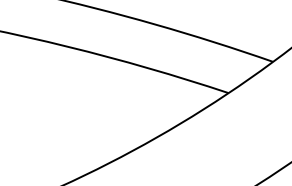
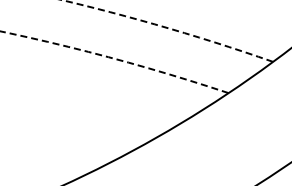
arc at (169, 28): solid -> dashed
arc at (114, 58): solid -> dashed
